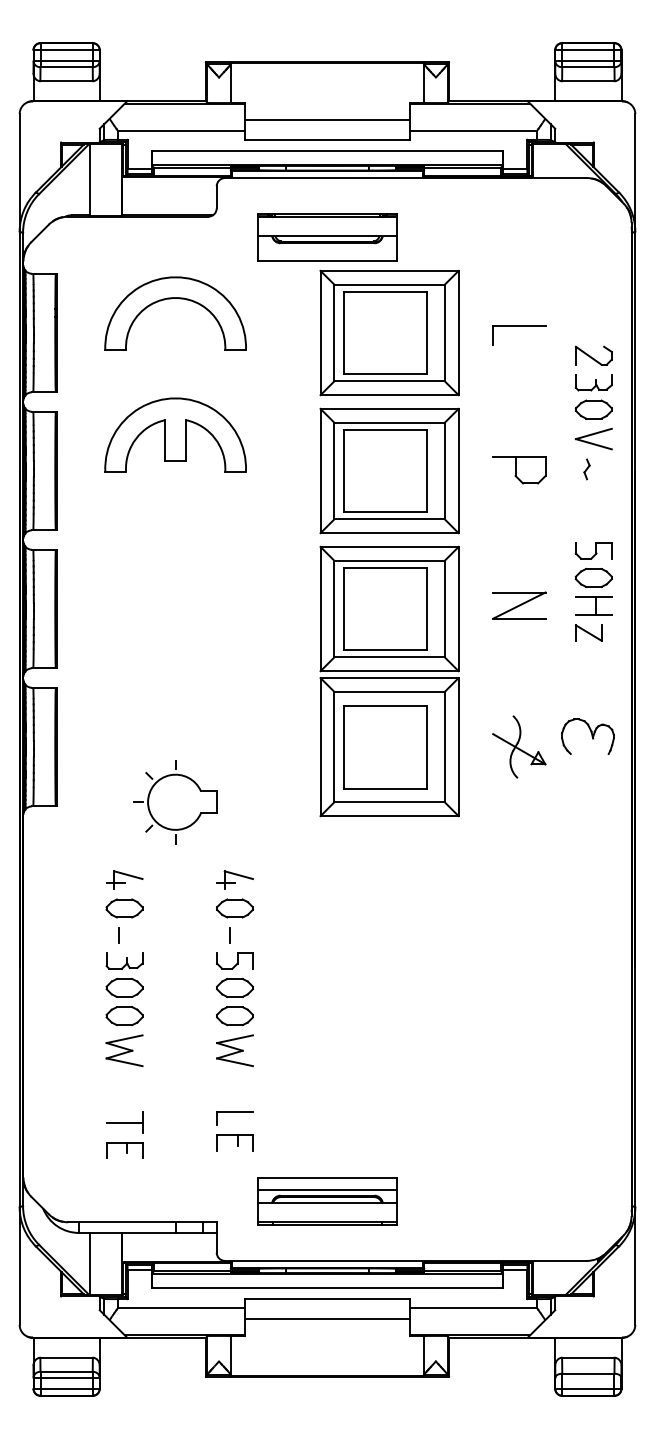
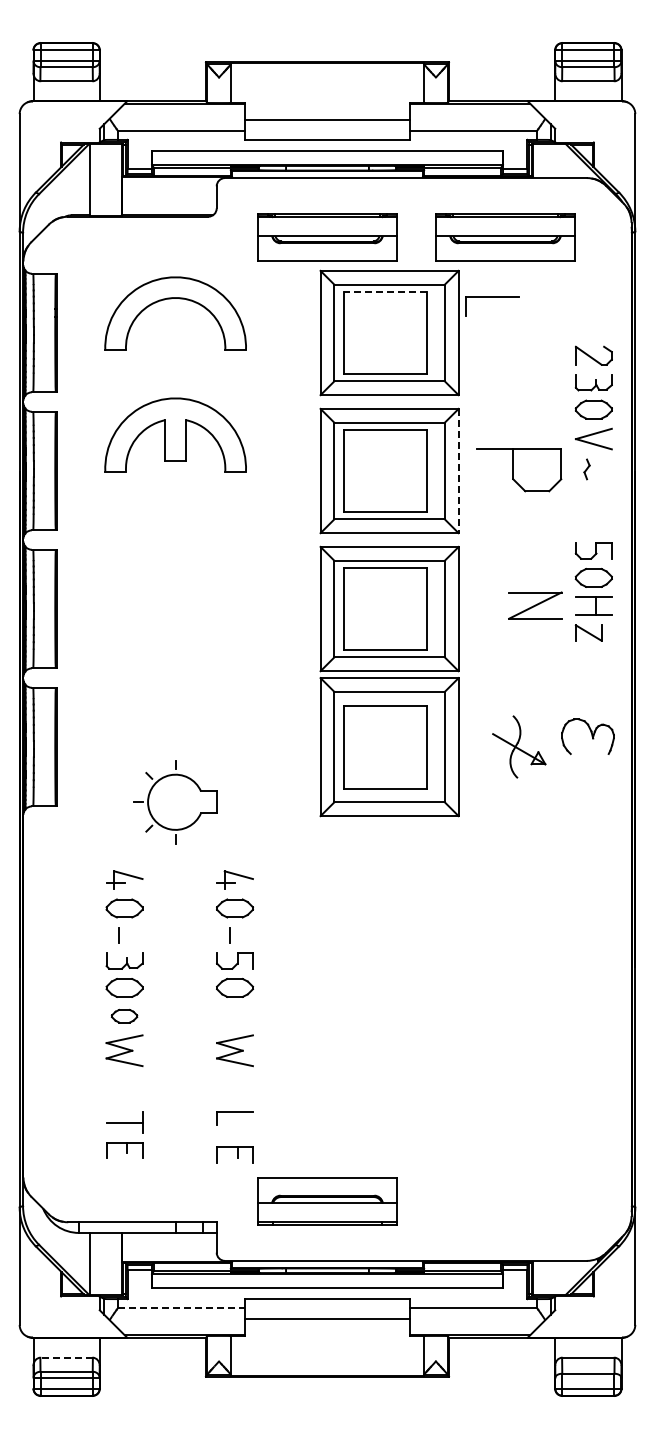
part at (505, 237): none -> present
line at (384, 291): solid -> dashed
part at (519, 326) position: (519, 326) -> (492, 297)
part at (519, 470) size: 55x29 px -> 87x45 px
line at (458, 471): solid -> dashed
part at (519, 605) position: (519, 605) -> (535, 605)
part at (124, 1016) size: 39x21 px -> 29x16 px
part at (234, 1016): present -> none
part at (234, 1142) position: (234, 1142) -> (234, 1154)
line at (327, 1190): present -> none
line at (181, 1307): solid -> dashed
line at (66, 1357): solid -> dashed
